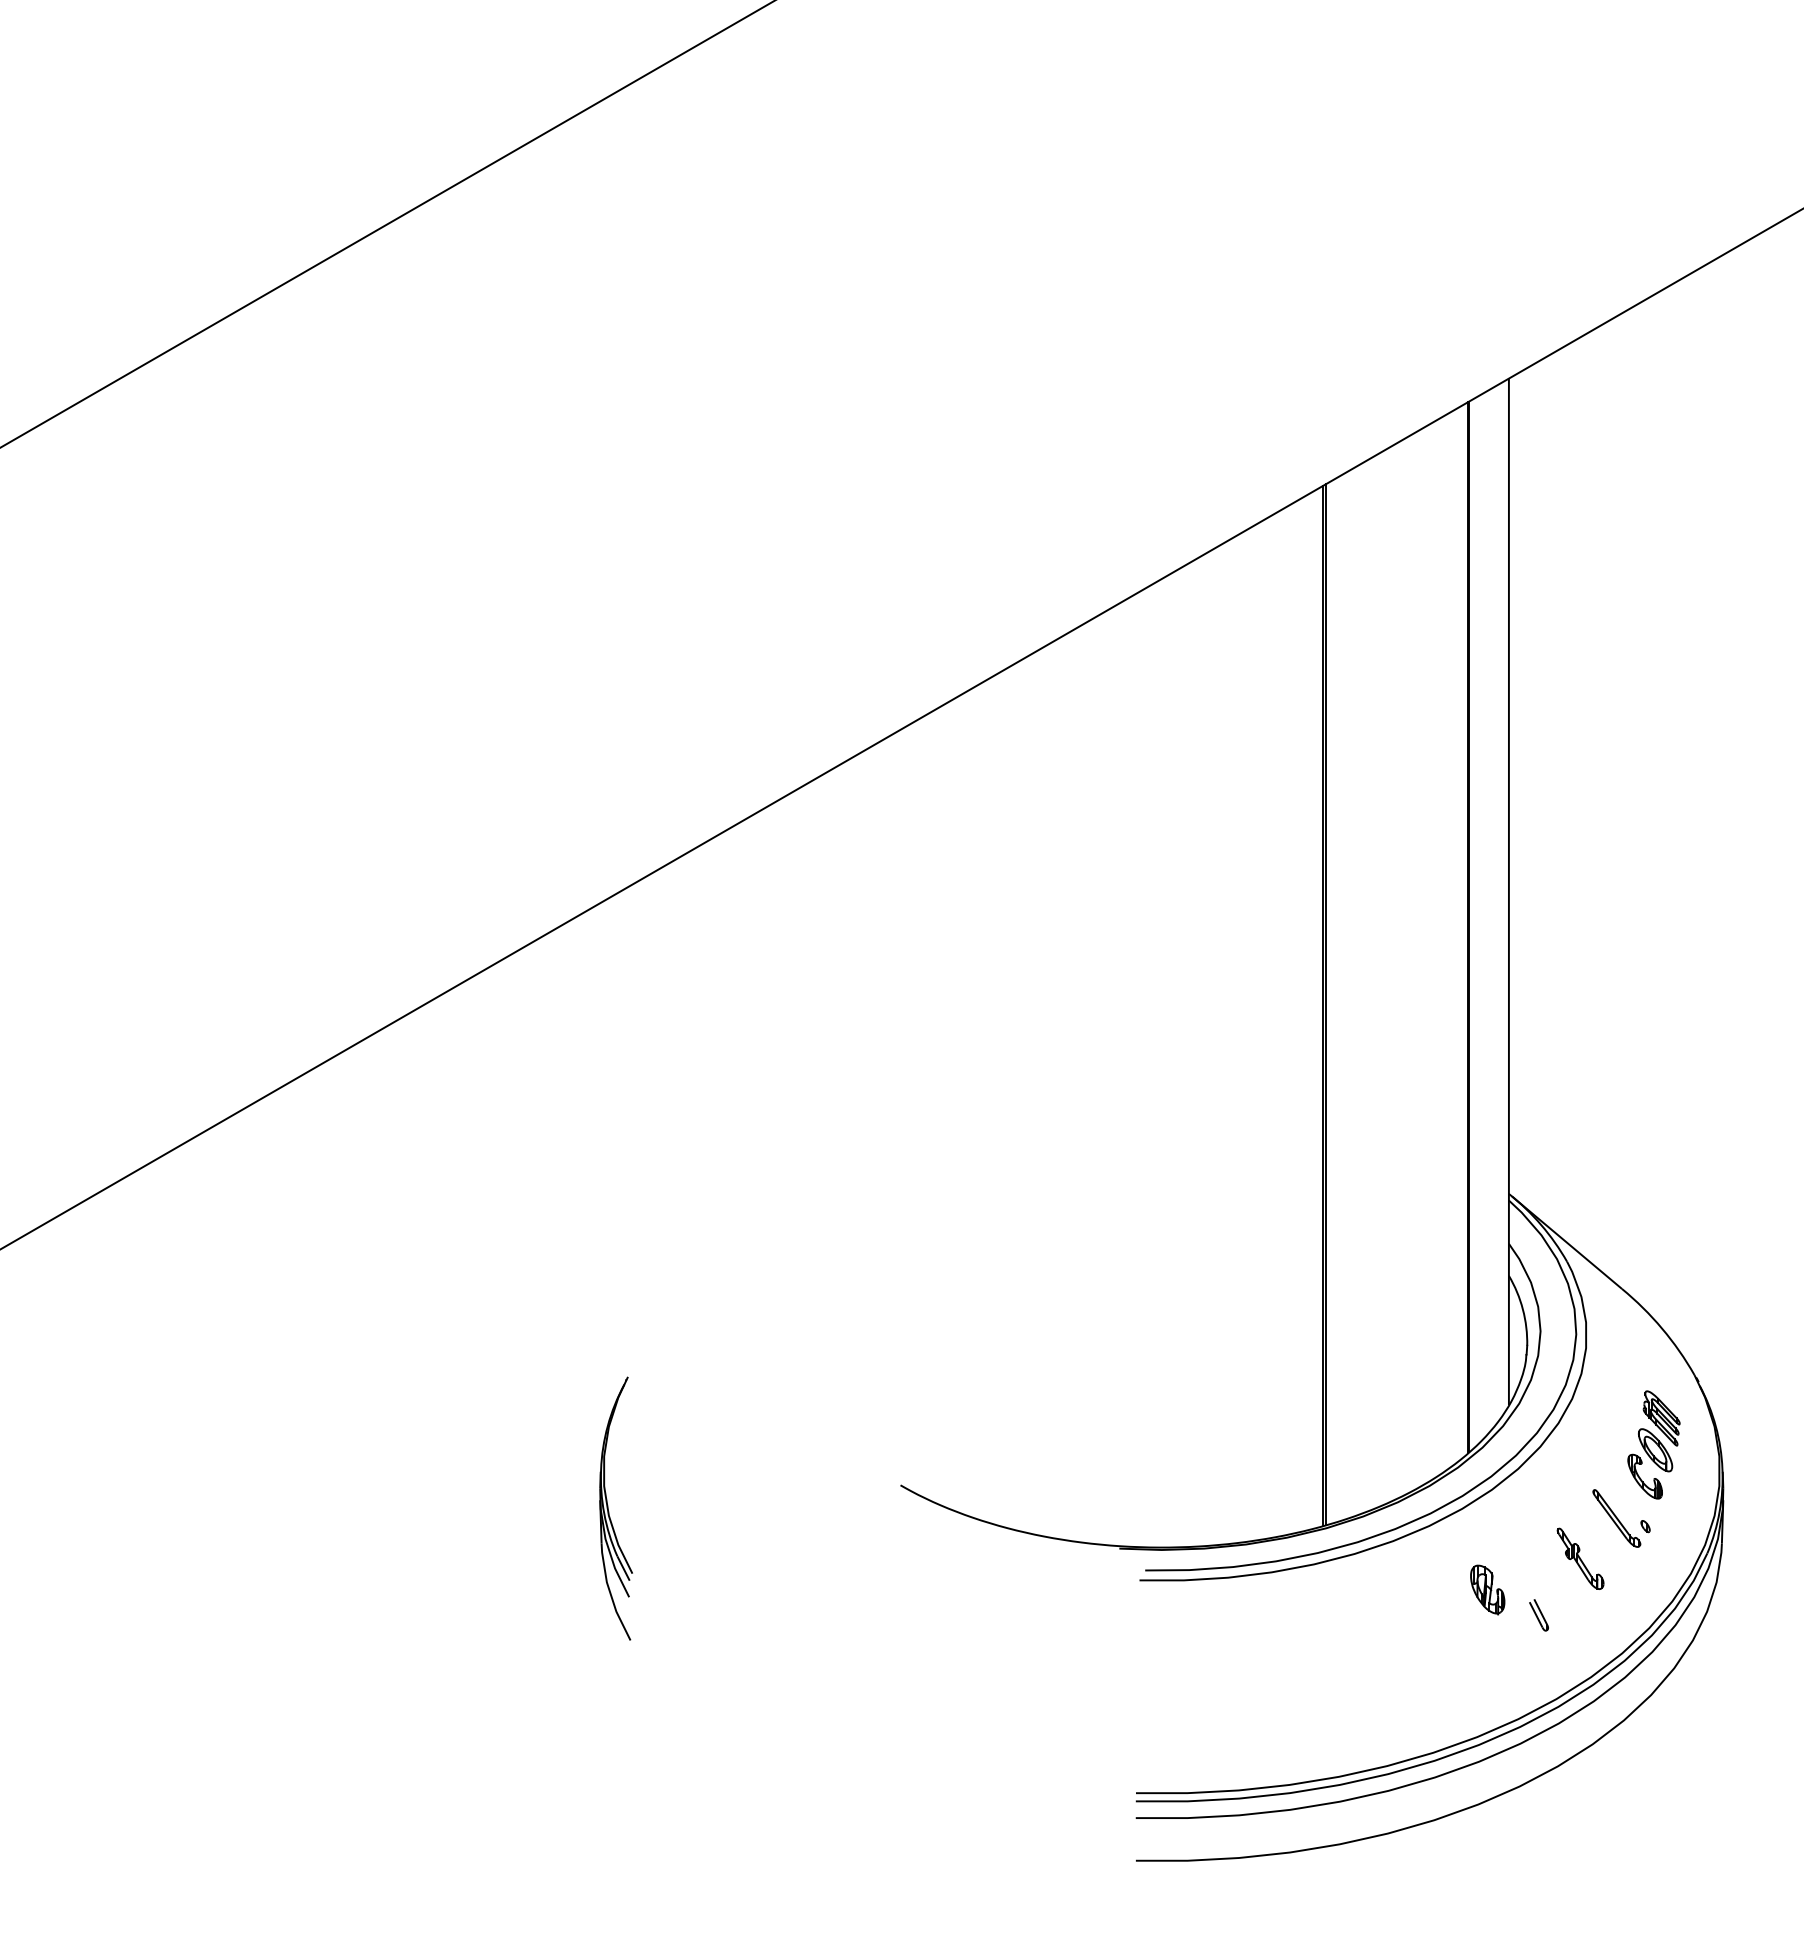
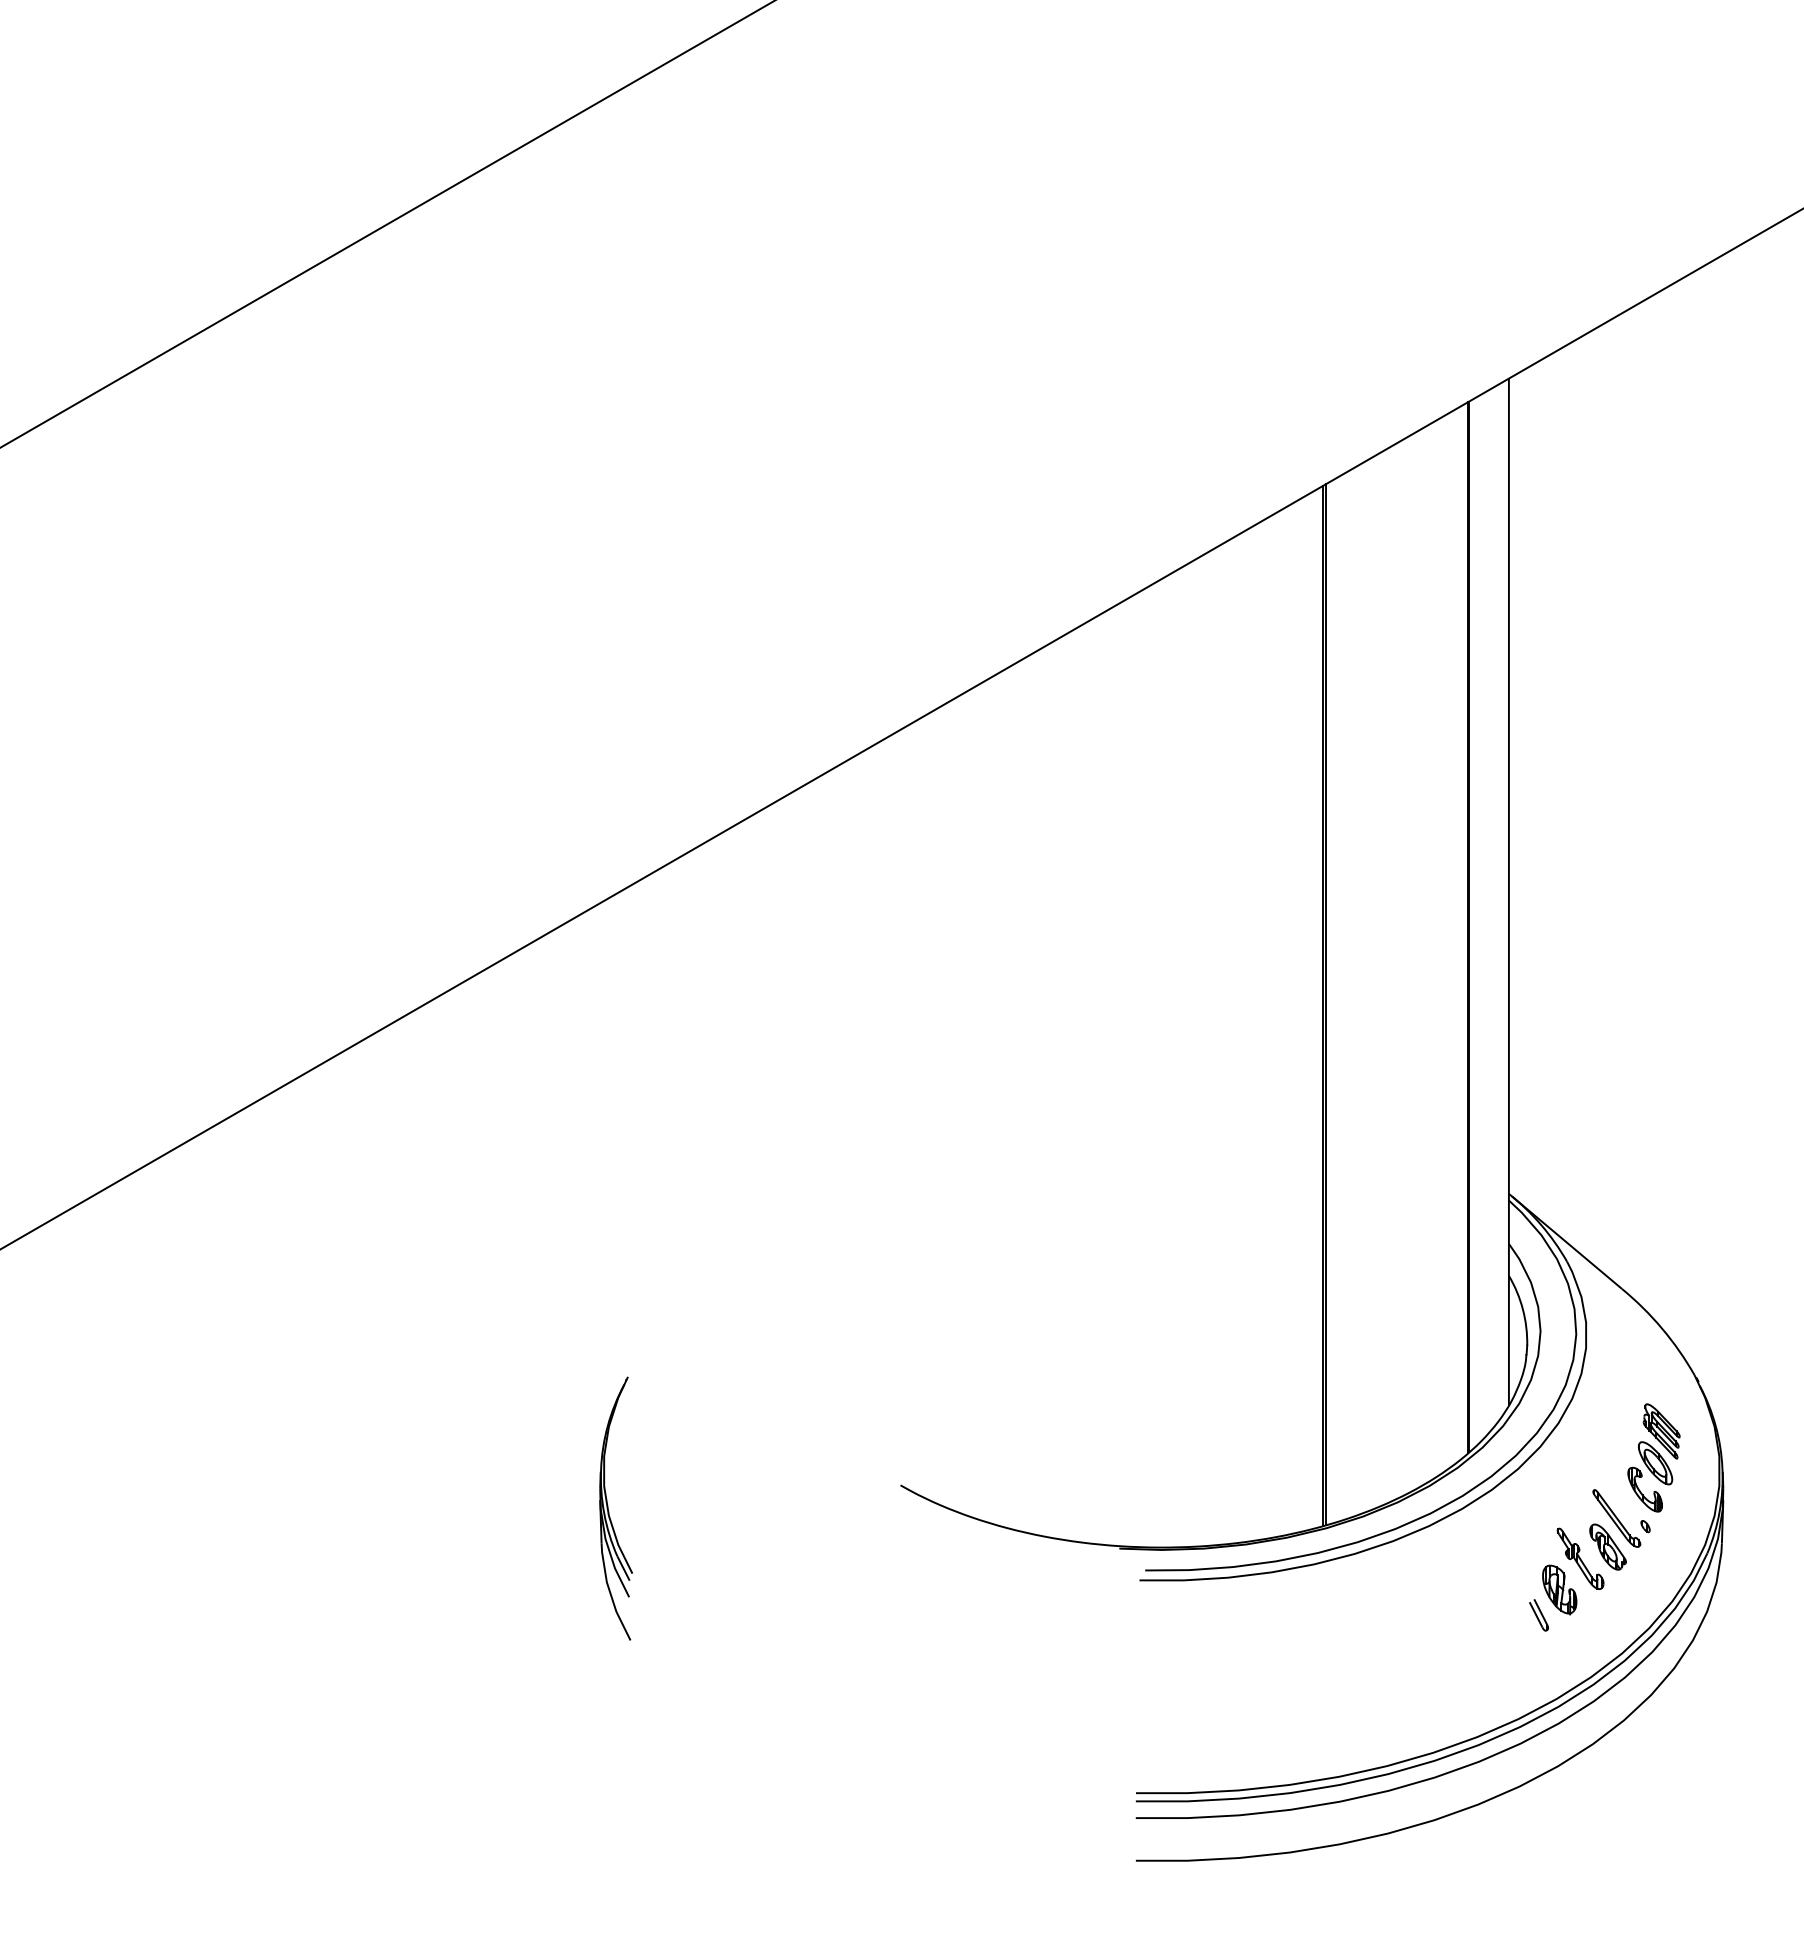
part at (1653, 1444) position: (1653, 1444) -> (1653, 1457)
part at (1607, 1546): none -> present
part at (1487, 1589) position: (1487, 1589) -> (1559, 1589)
